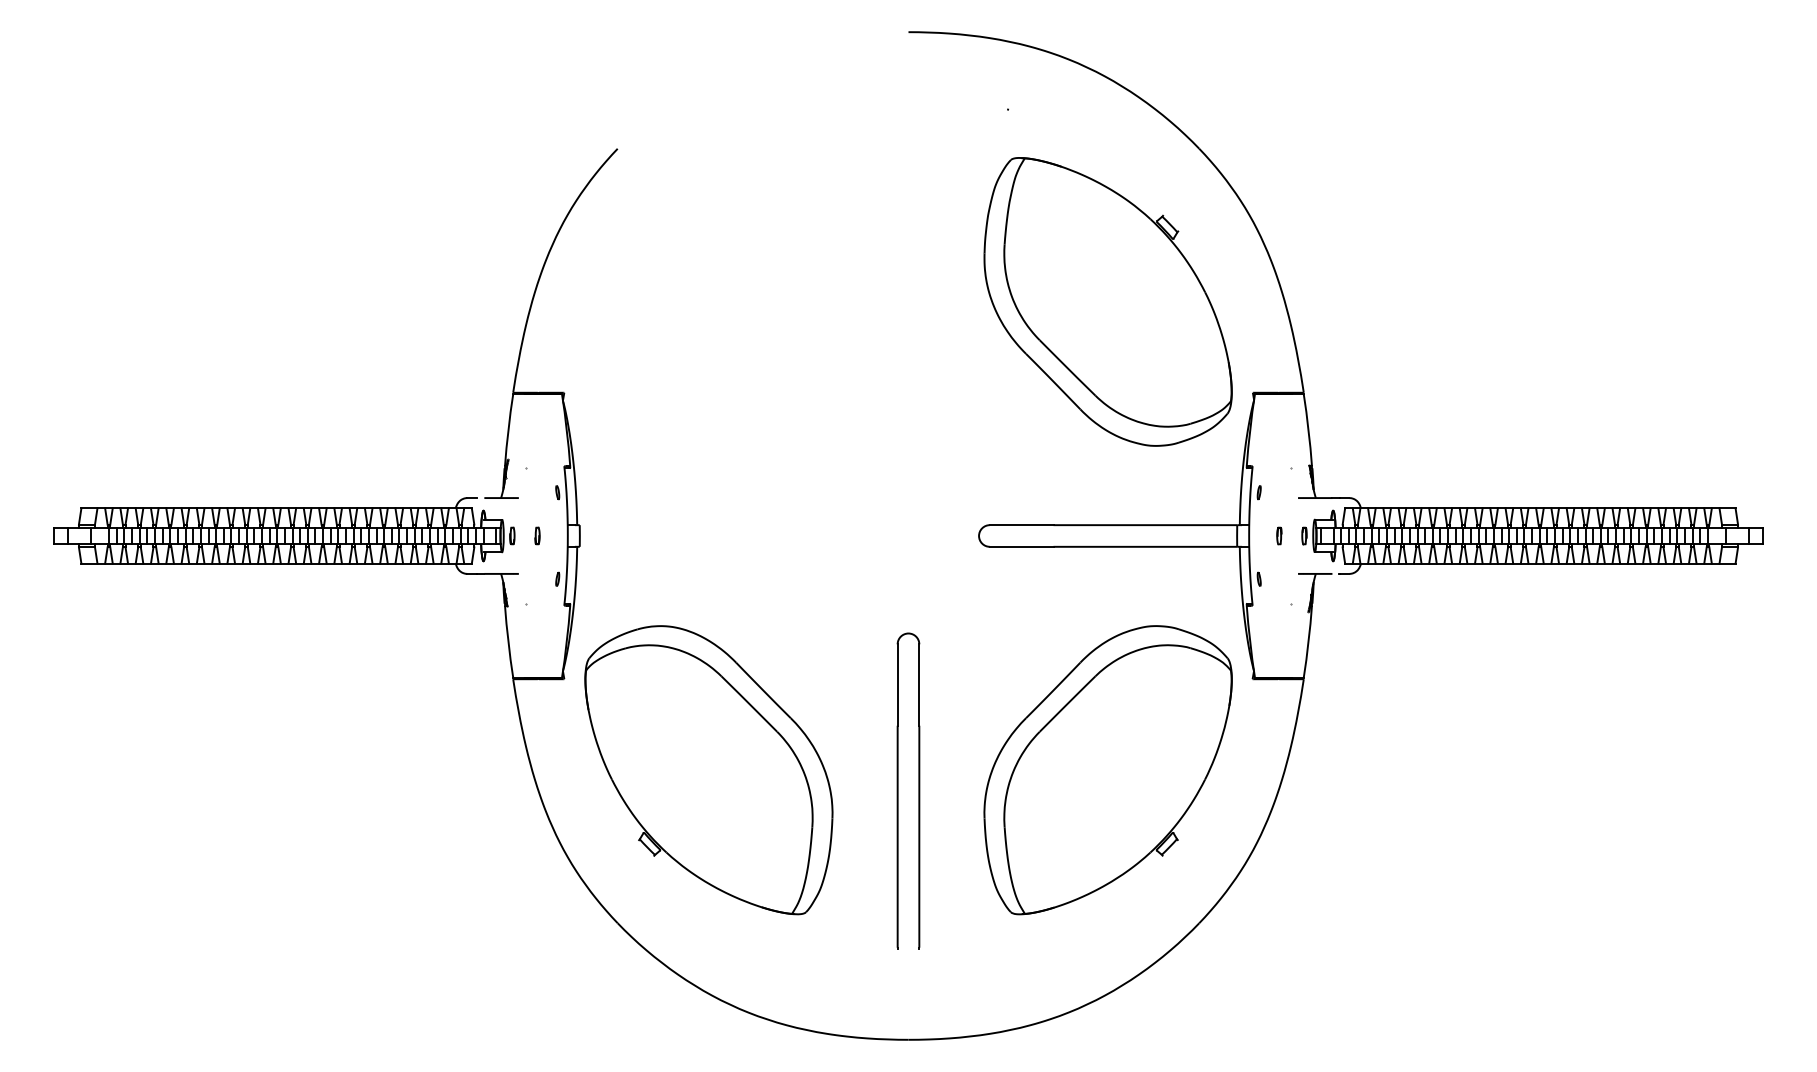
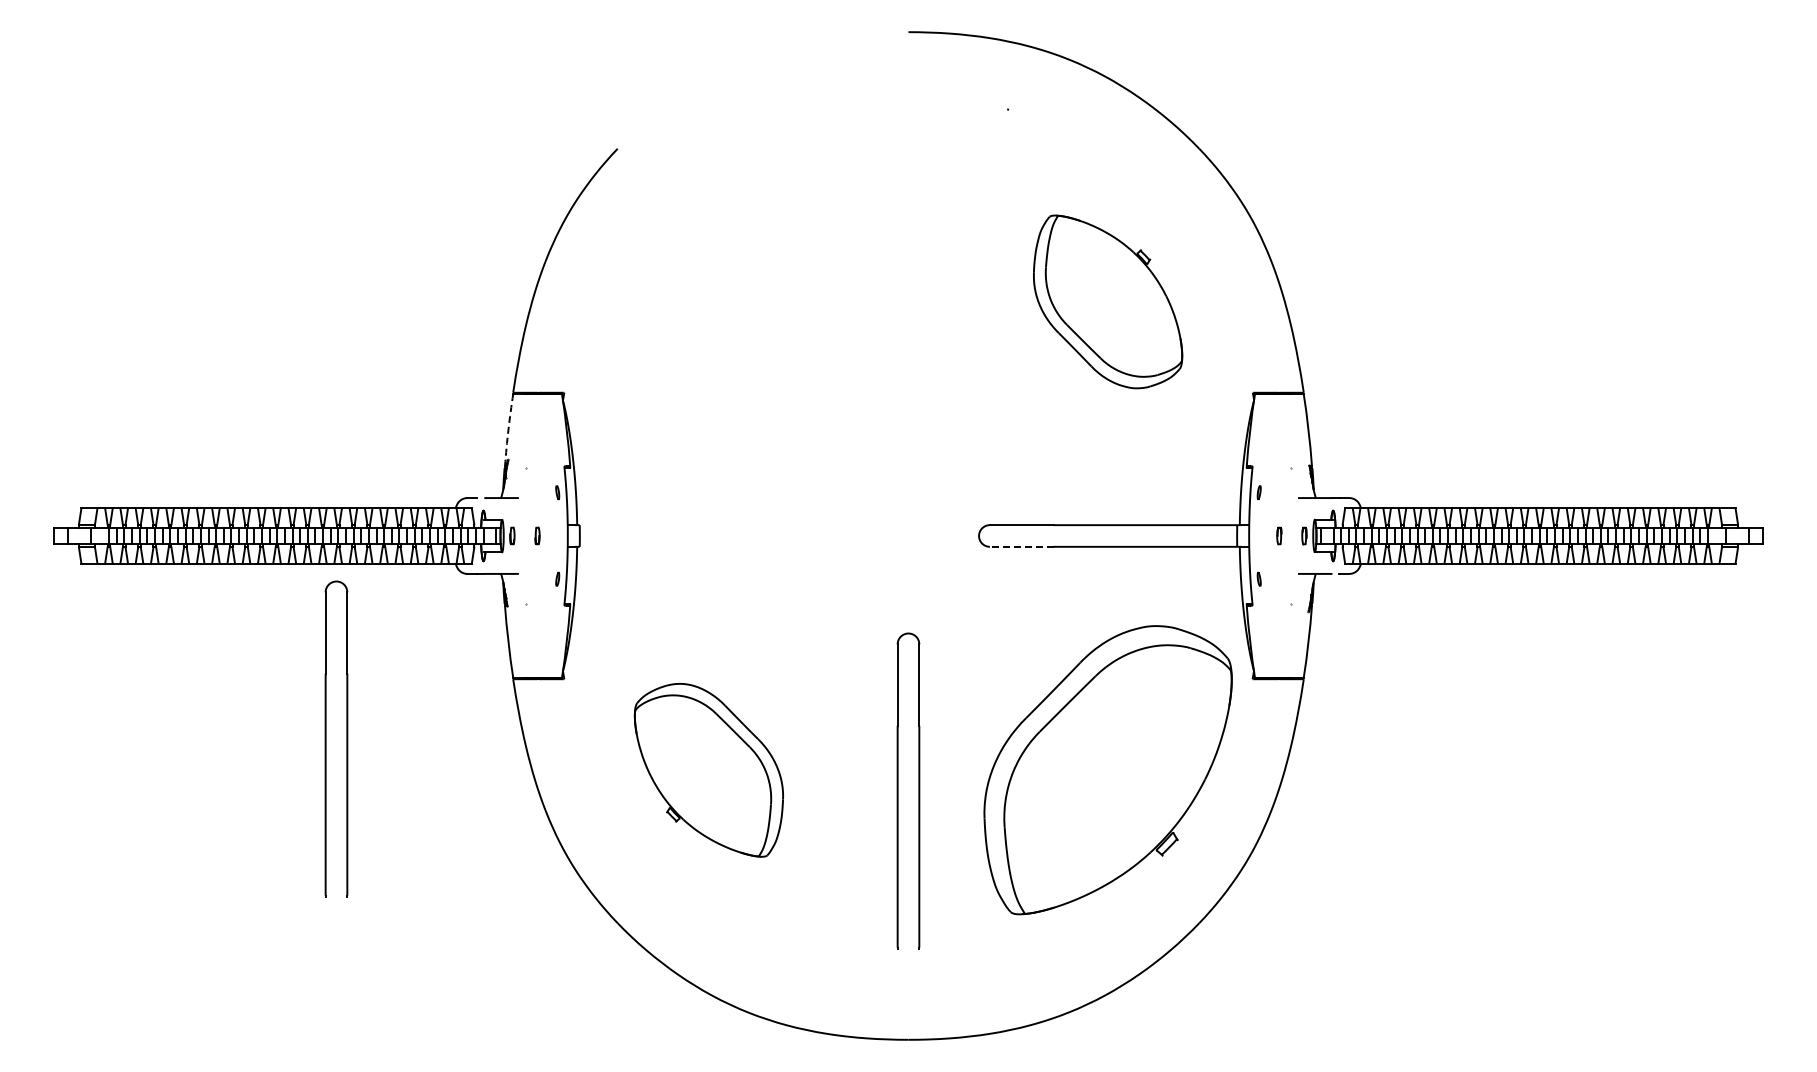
part at (1107, 301) size: 250x290 px -> 151x176 px
arc at (508, 430): solid -> dashed
line at (1021, 546): solid -> dashed
part at (326, 738): none -> present
part at (708, 770) size: 250x291 px -> 151x175 px
